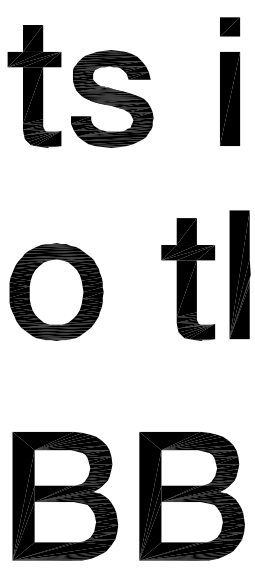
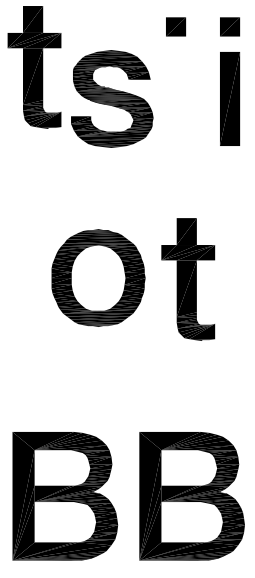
part at (176, 26): none -> present
part at (34, 86) position: (34, 86) -> (34, 67)
part at (239, 274): present -> none
part at (56, 291) position: (56, 291) -> (98, 277)
